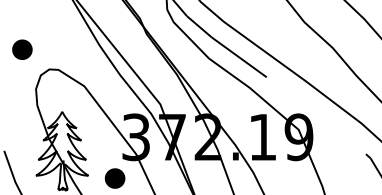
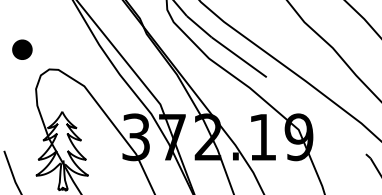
part at (114, 178): present -> none
